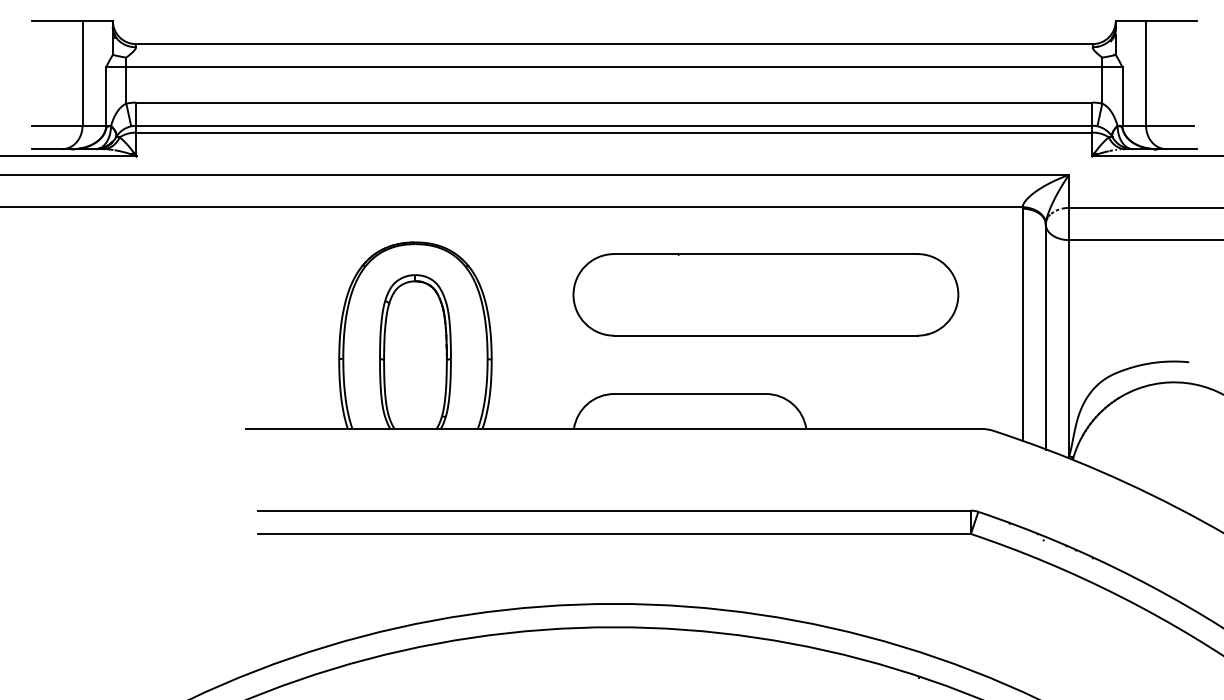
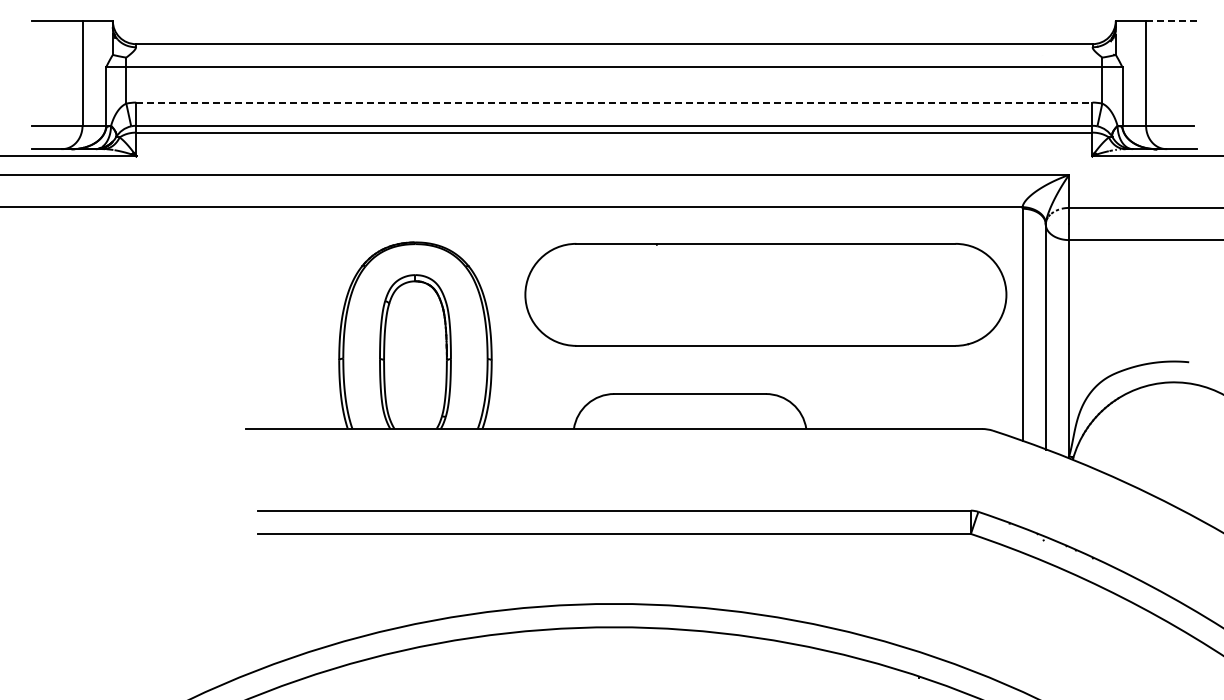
line at (1171, 20): solid -> dashed
line at (614, 102): solid -> dashed
part at (765, 294) size: 388x84 px -> 484x104 px
